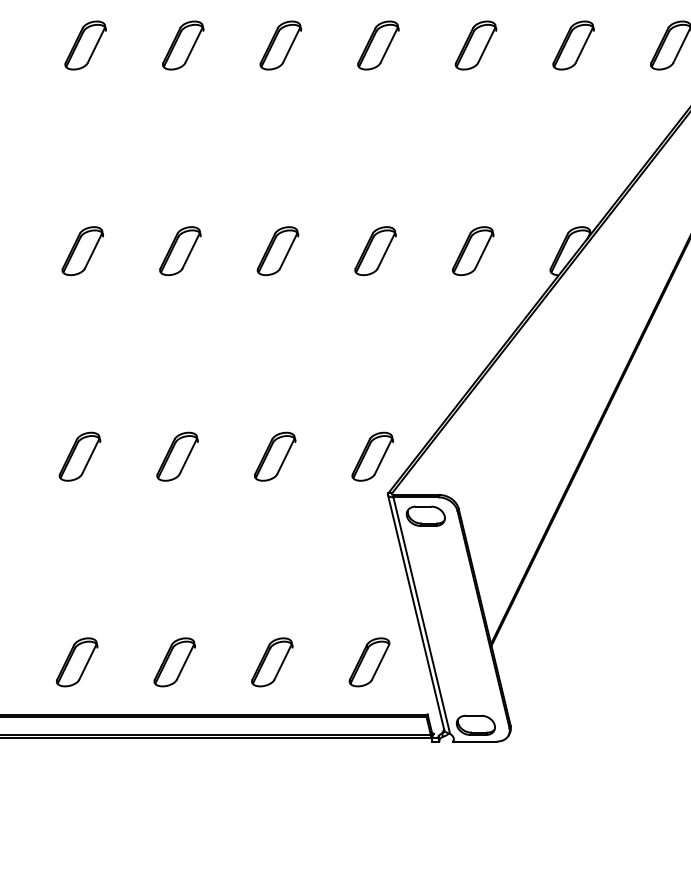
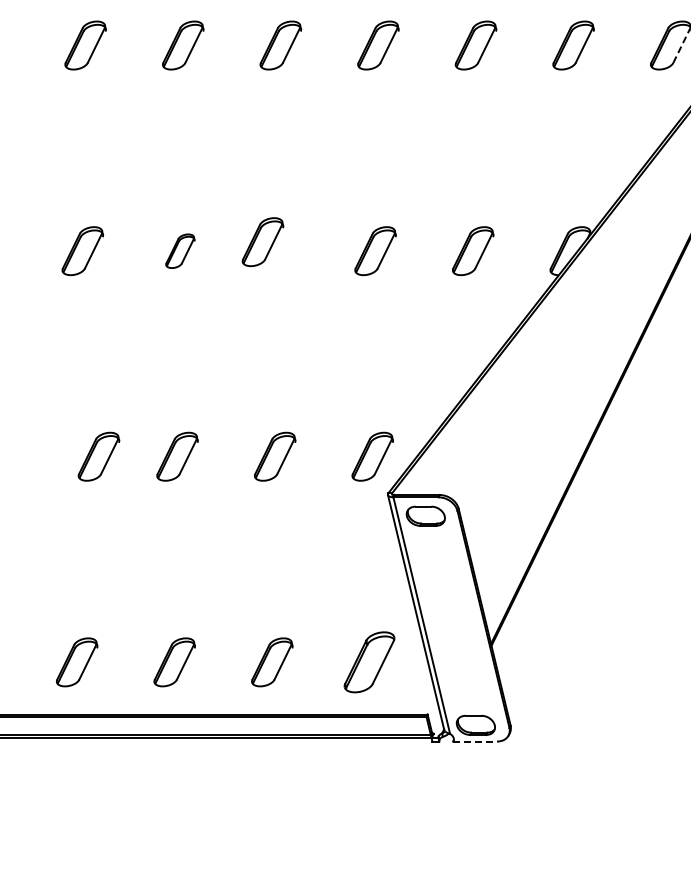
line at (682, 45): solid -> dashed
part at (180, 251) size: 43x51 px -> 31x36 px
part at (277, 251) position: (277, 251) -> (262, 242)
part at (79, 456) position: (79, 456) -> (98, 456)
part at (369, 662) size: 43x51 px -> 53x63 px
line at (475, 741): solid -> dashed
